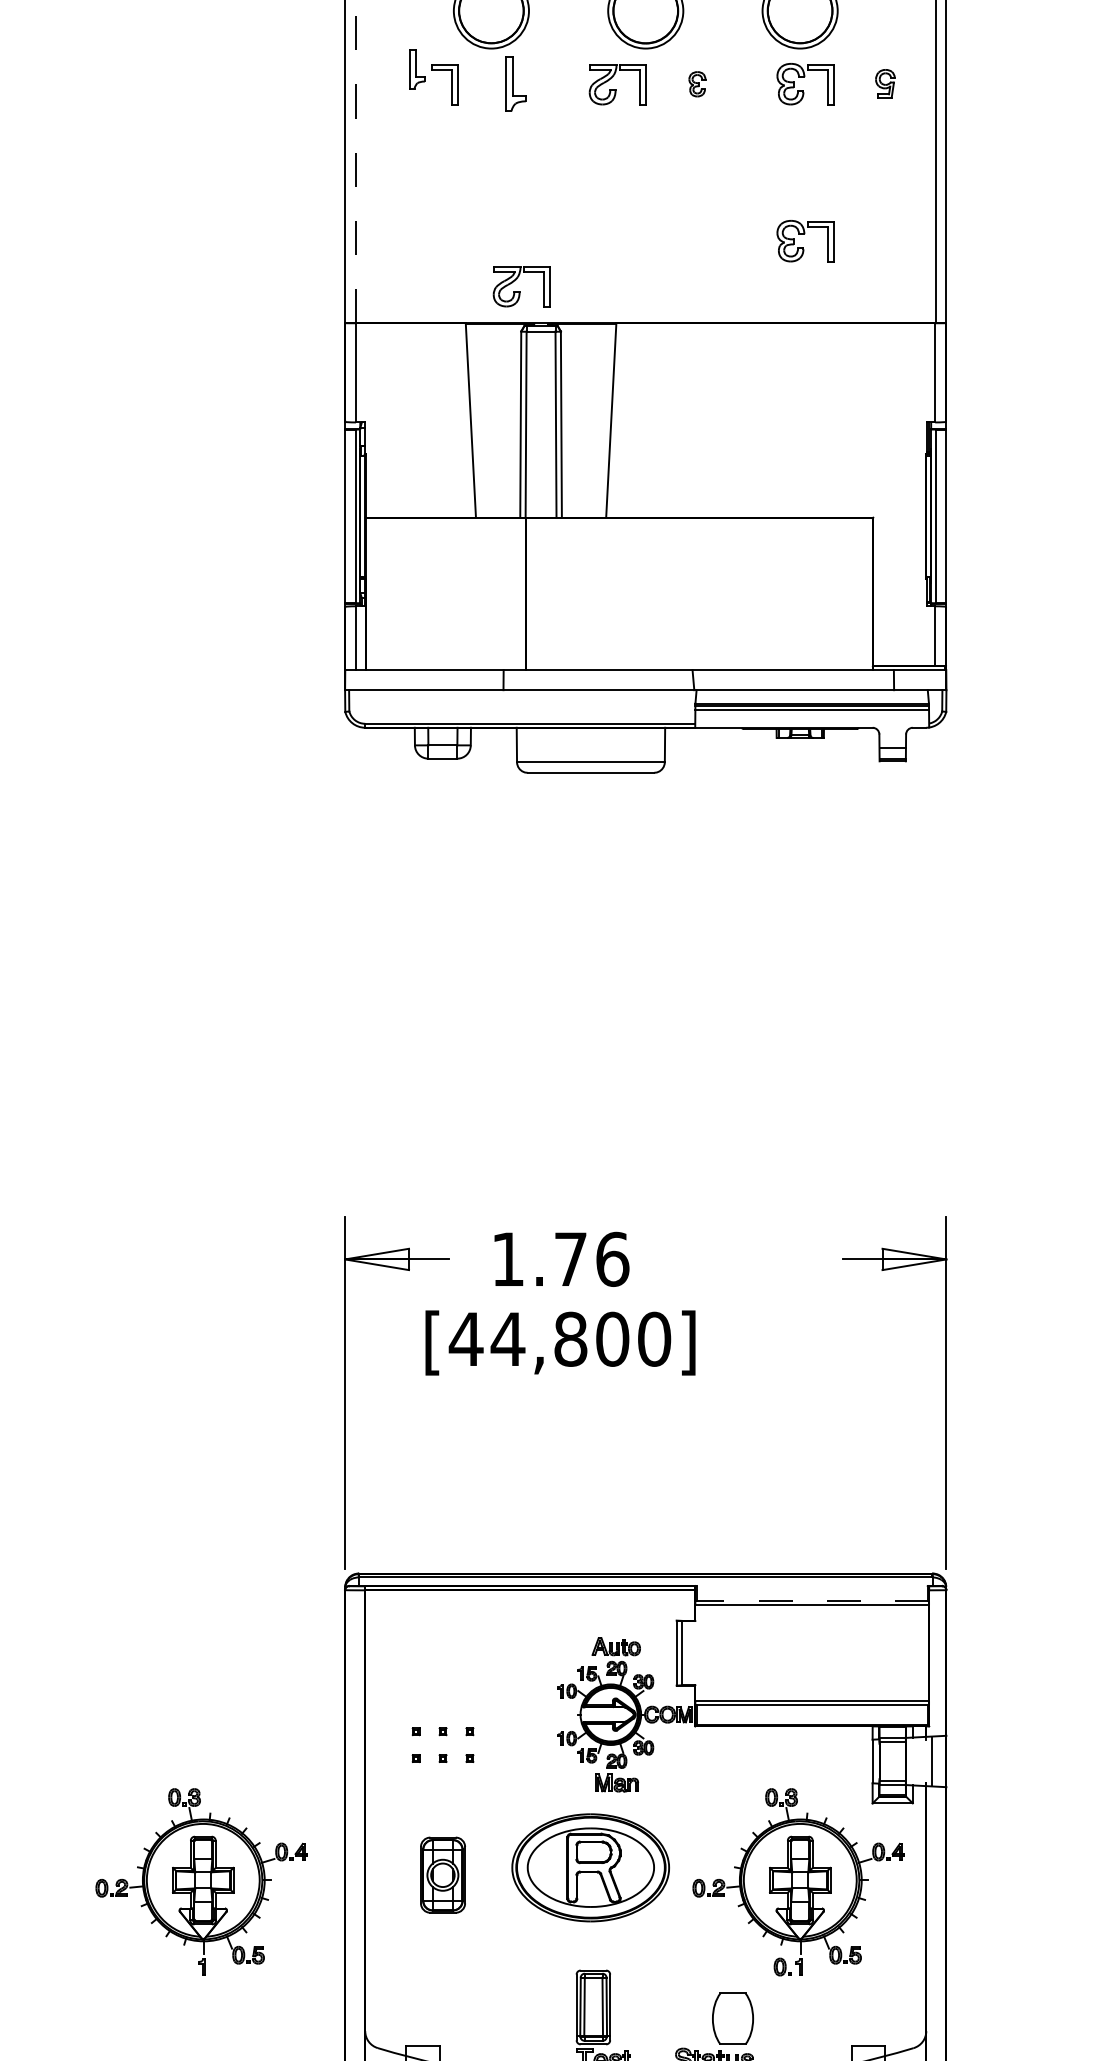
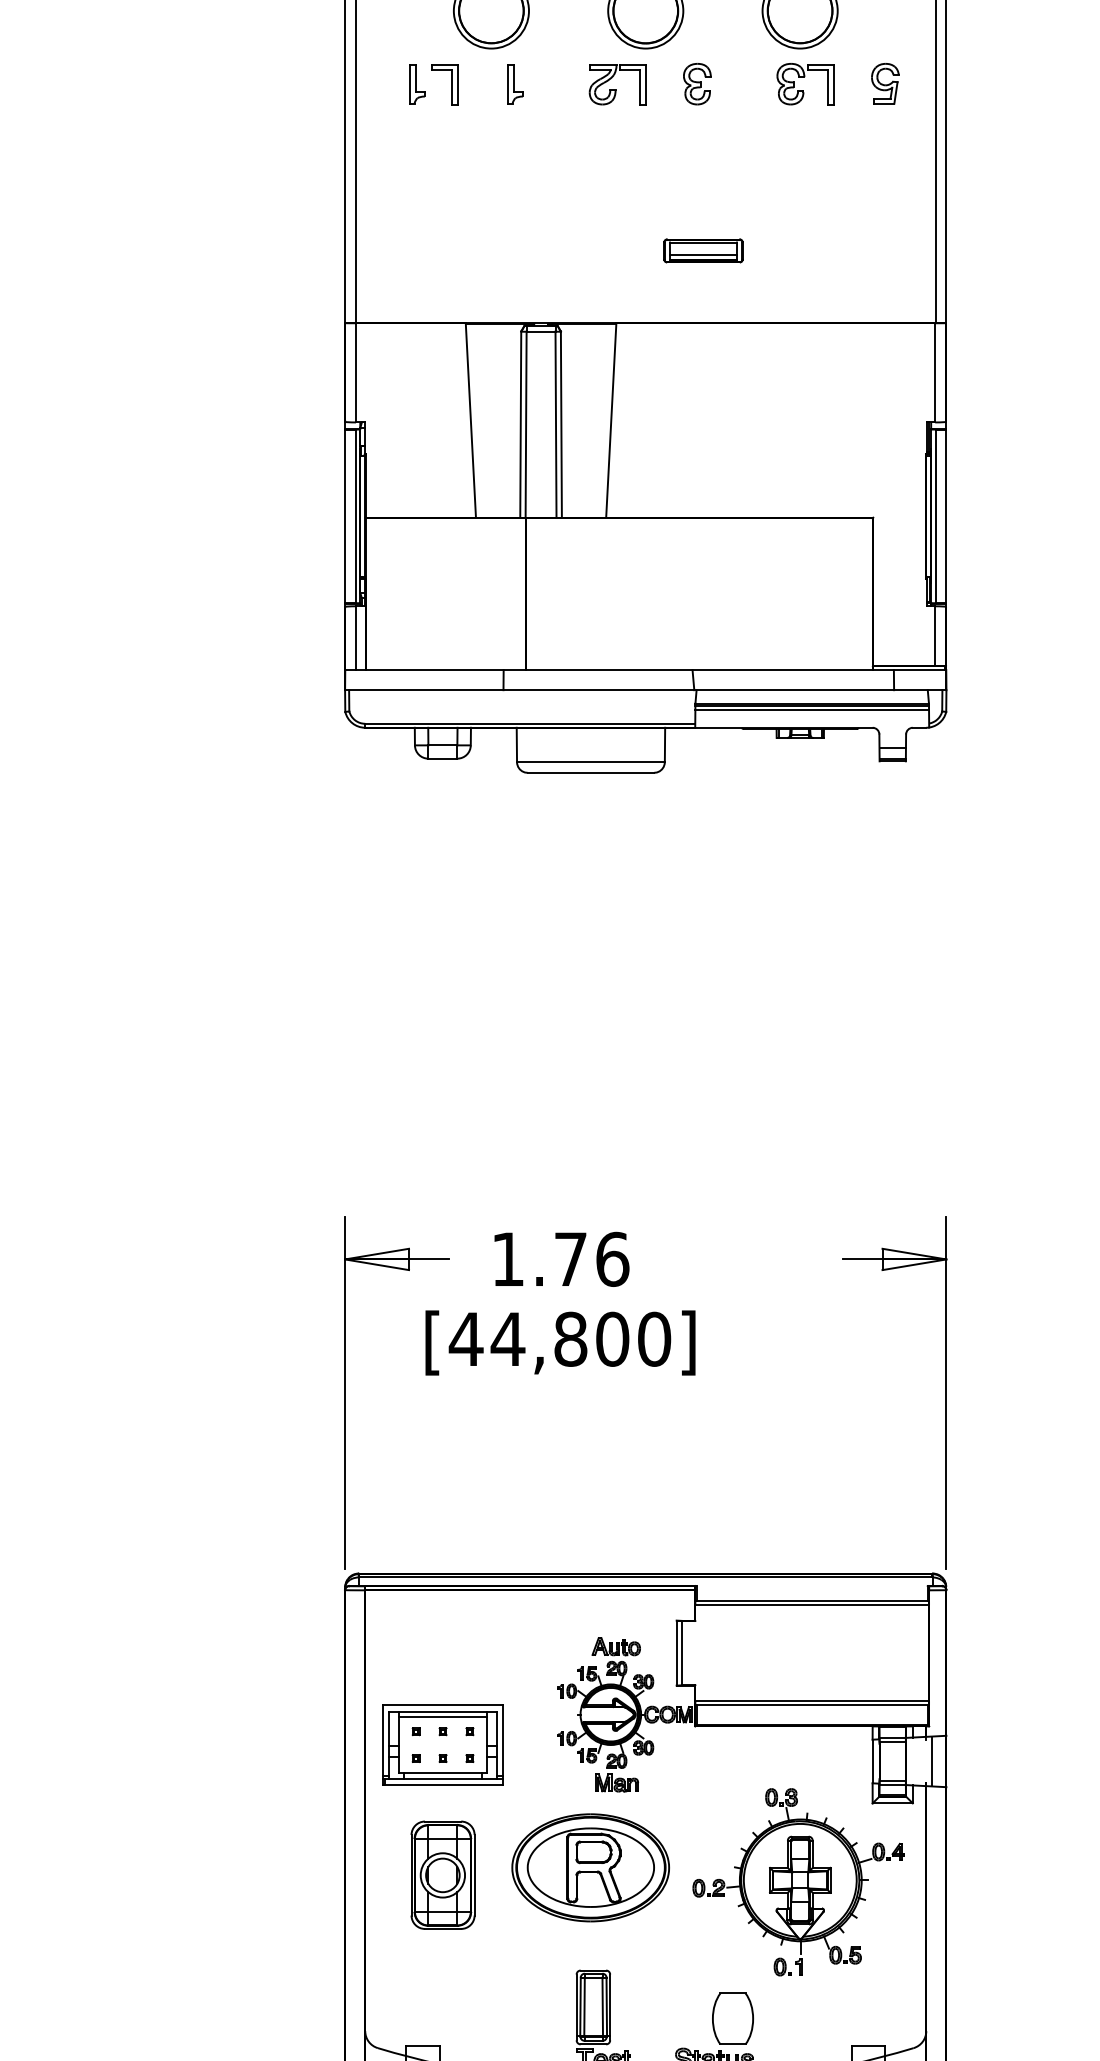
part at (417, 69) position: (417, 69) -> (417, 84)
part at (515, 83) size: 22x56 px -> 17x41 px
part at (885, 83) size: 21x30 px -> 29x42 px
part at (697, 84) size: 19x27 px -> 29x43 px
line at (355, 161): dashed -> solid
part at (803, 247): present -> none
part at (703, 250): none -> present
part at (521, 286): present -> none
line at (812, 1600): dashed -> solid
part at (442, 1744): none -> present
part at (442, 1874) size: 46x78 px -> 66x110 px
part at (201, 1881): present -> none
